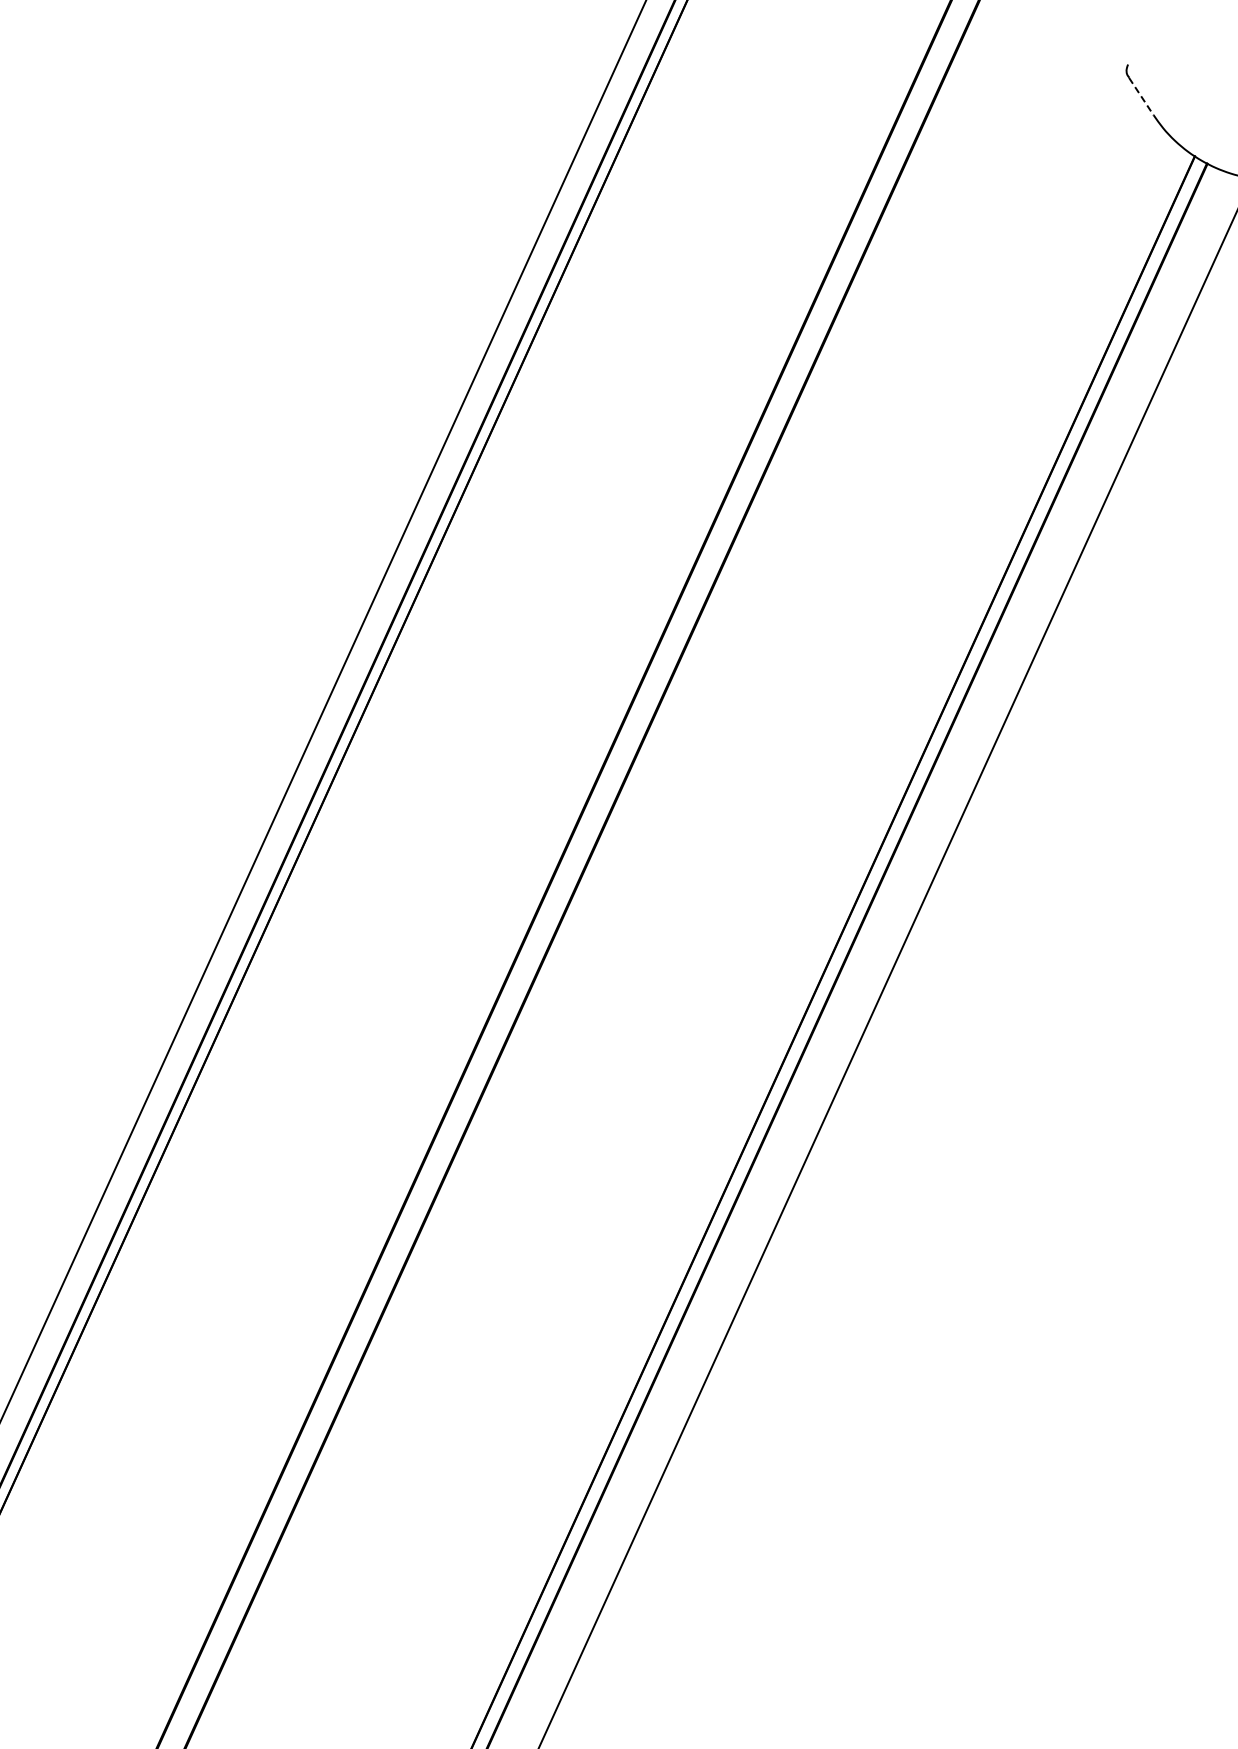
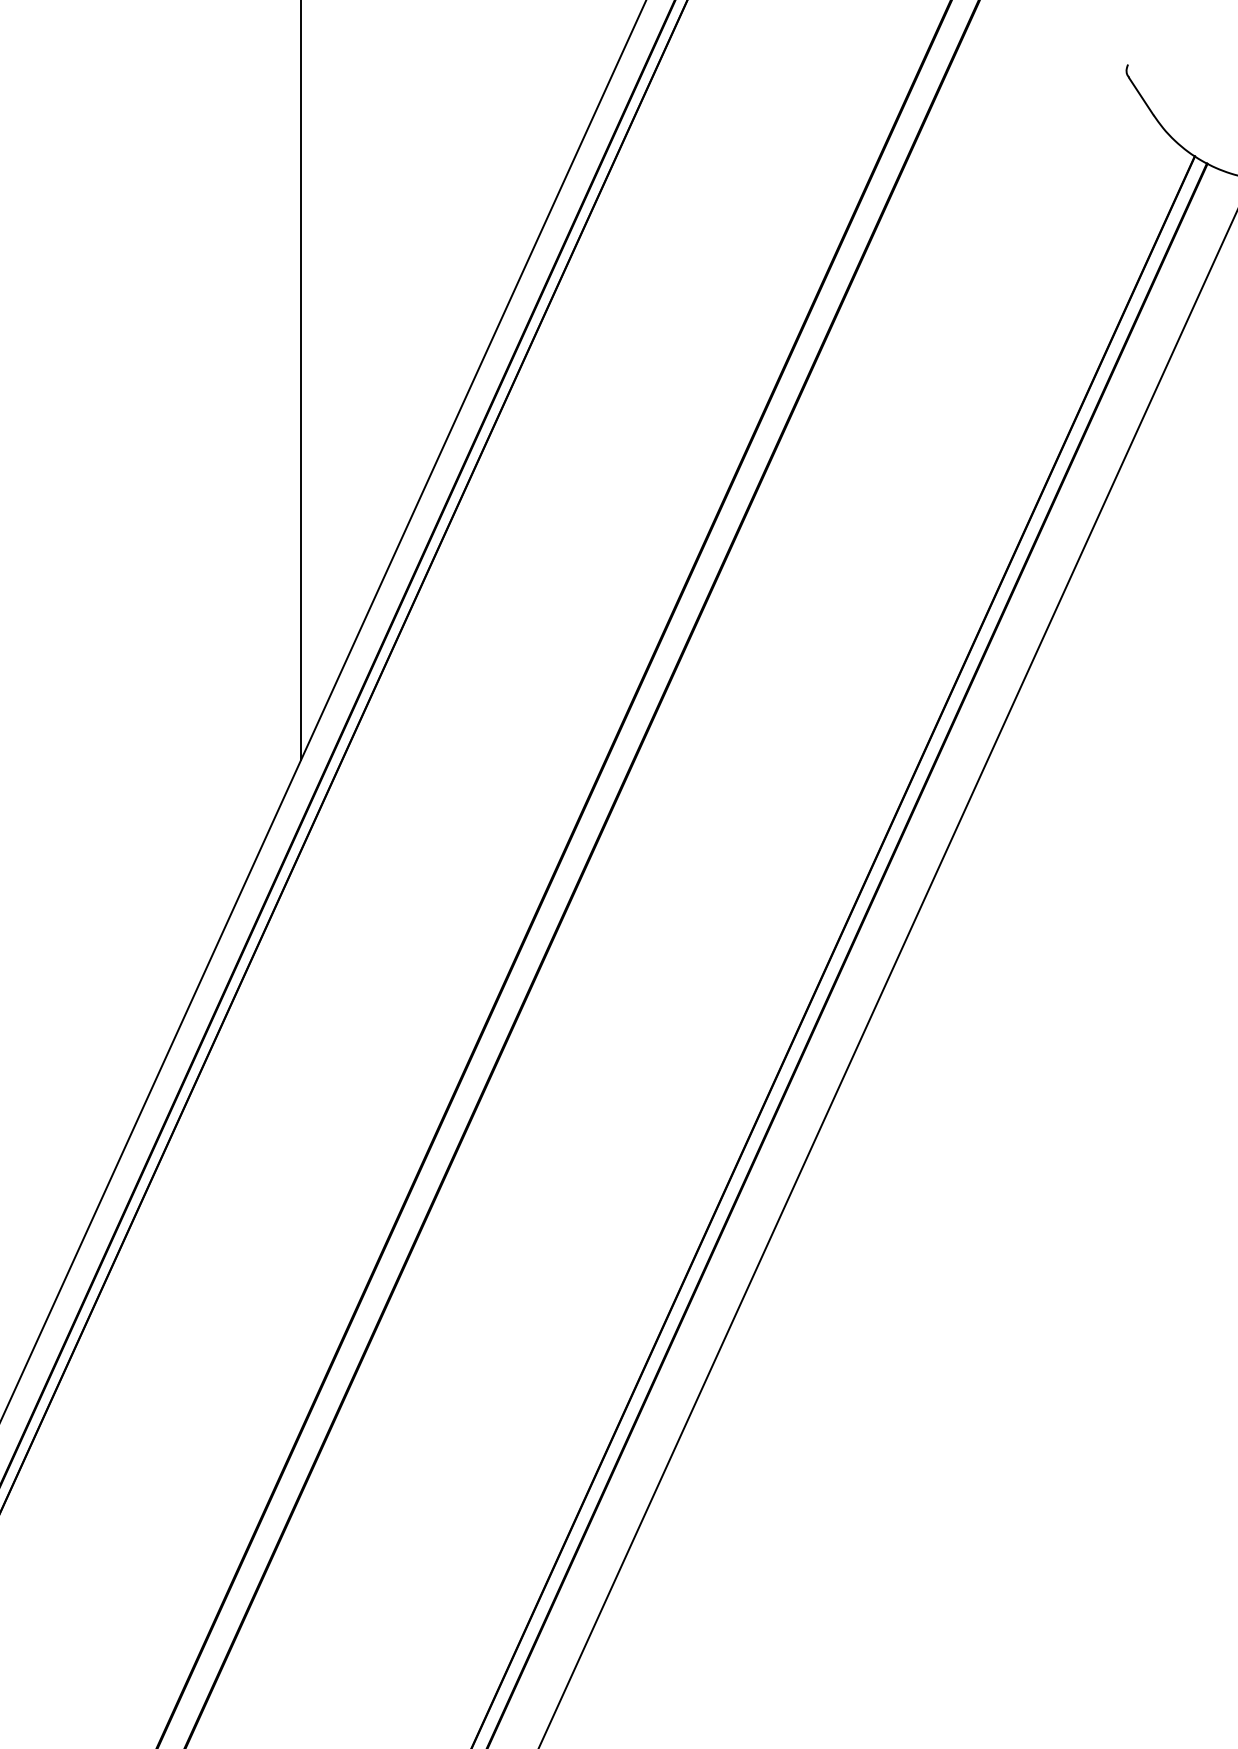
line at (1141, 96): dashed -> solid
line at (301, 380): none -> present
